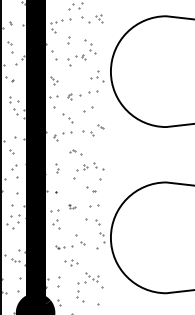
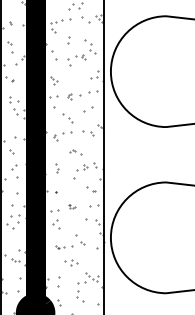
line at (104, 156): none -> present
